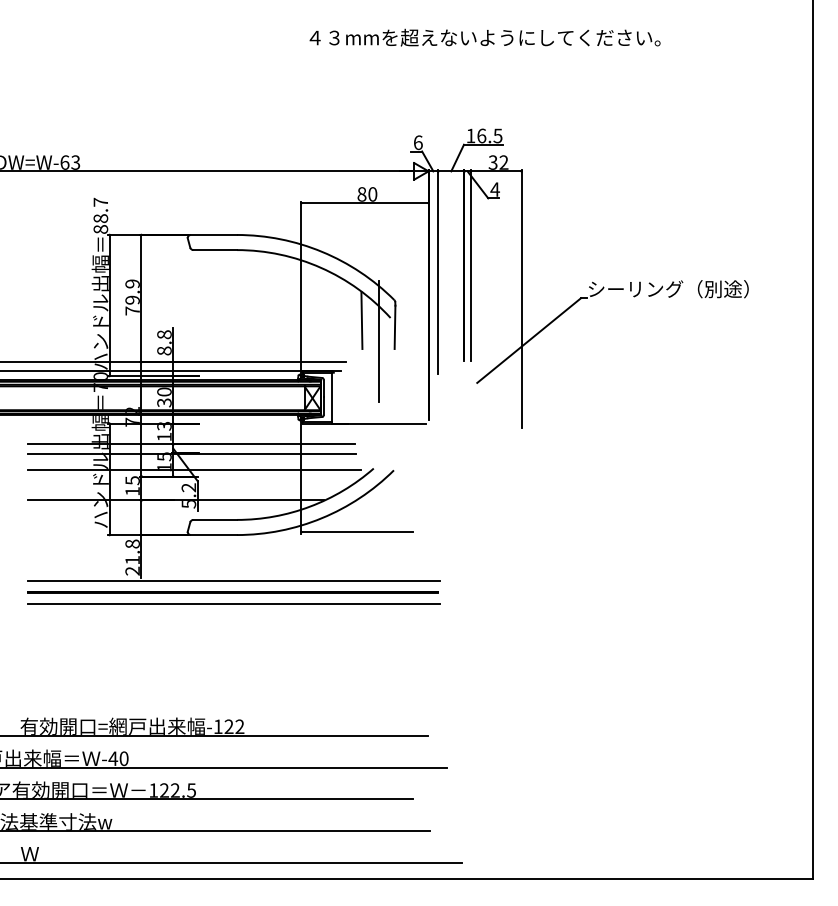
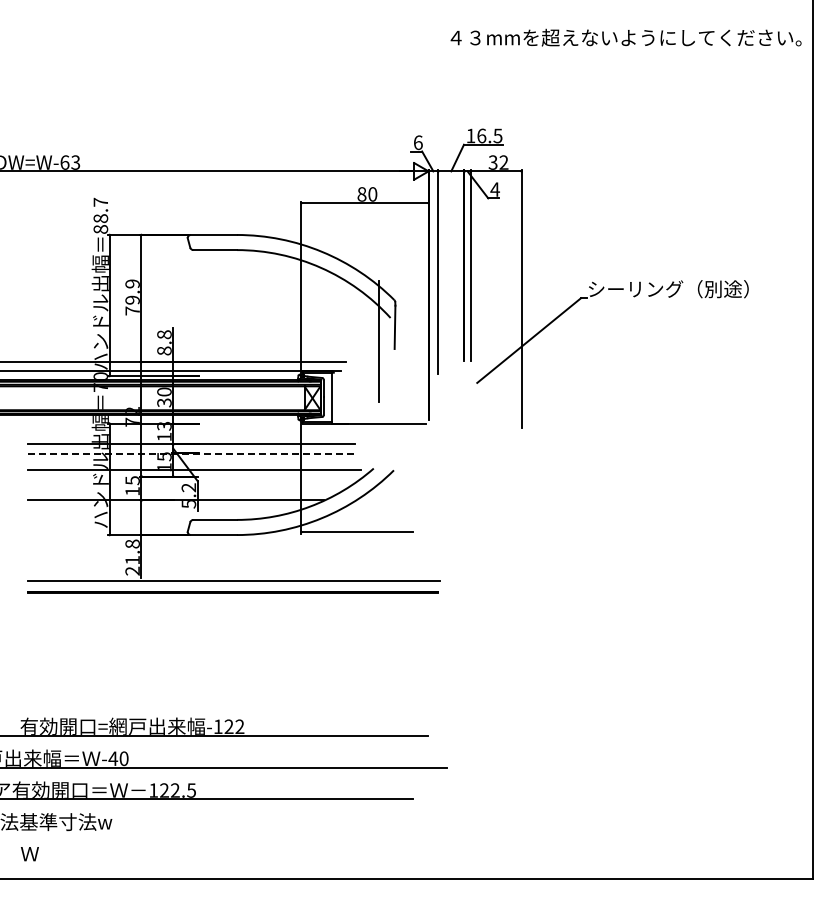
text at (484, 37) position: (484, 37) -> (625, 37)
line at (361, 320): present -> none
line at (192, 454): solid -> dashed
line at (233, 603): present -> none
line at (216, 831): present -> none
line at (232, 862): present -> none
